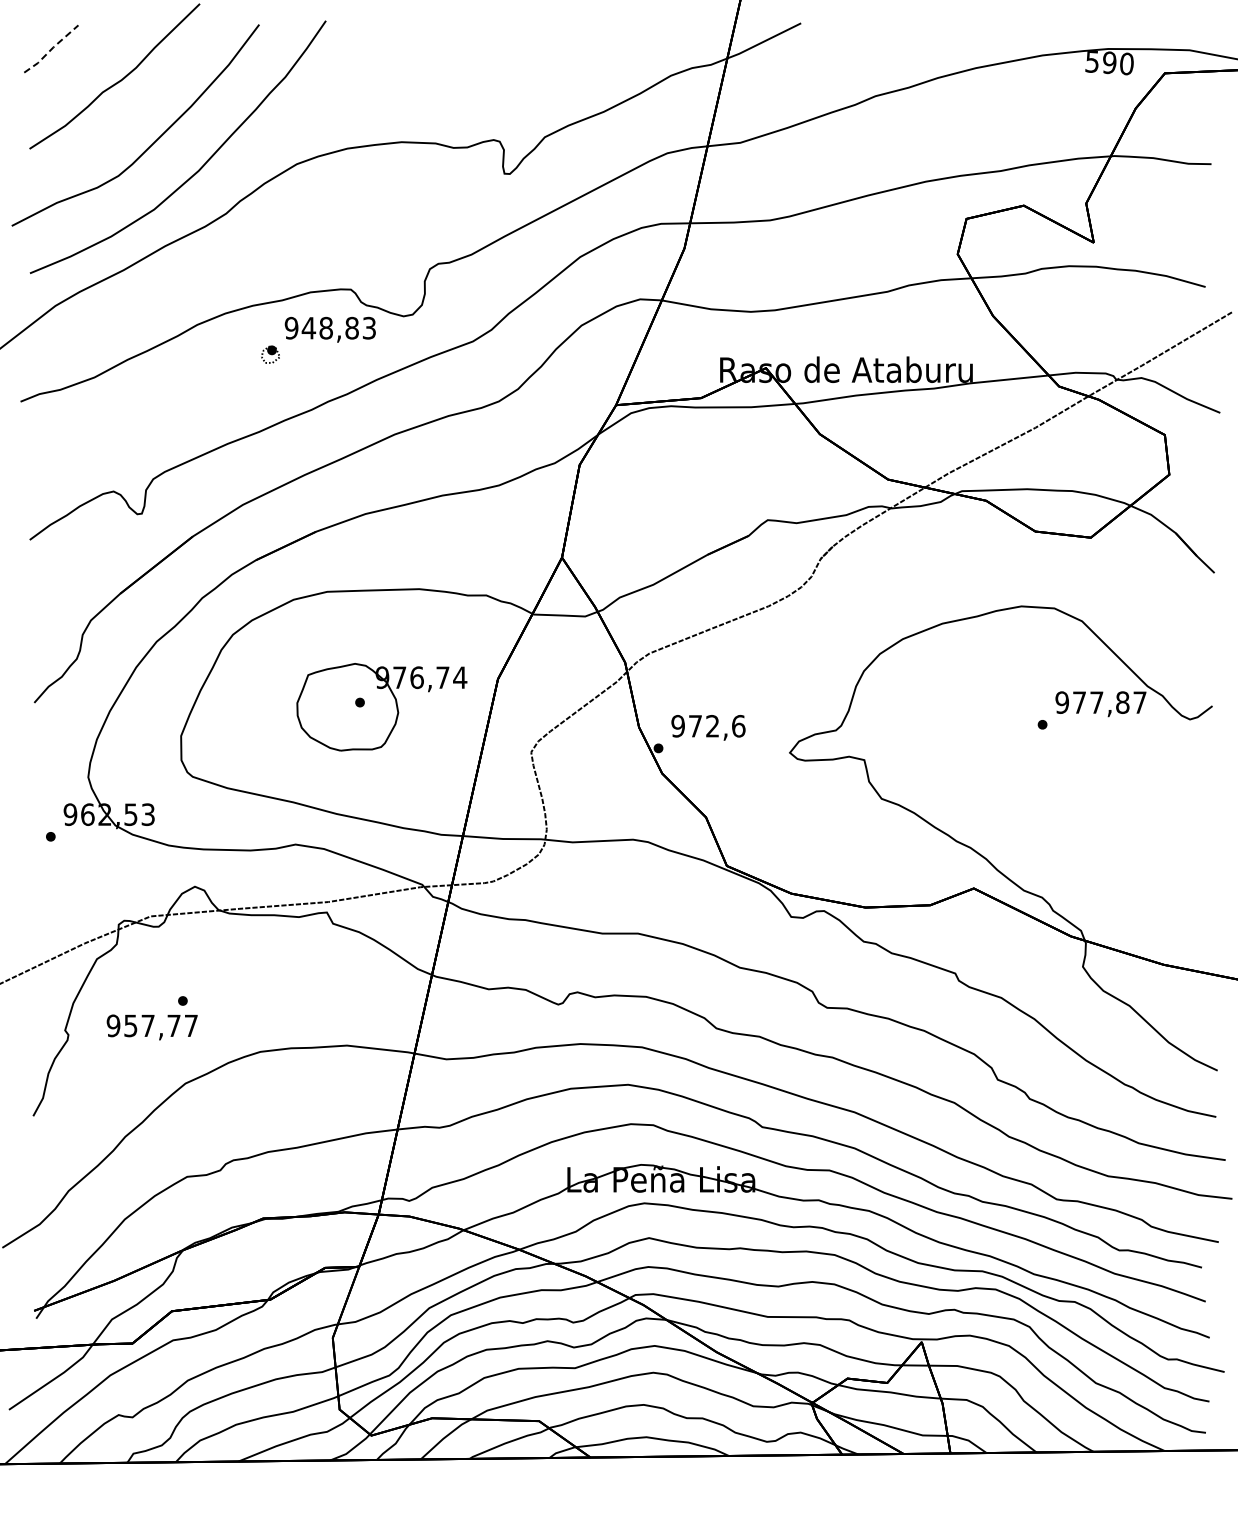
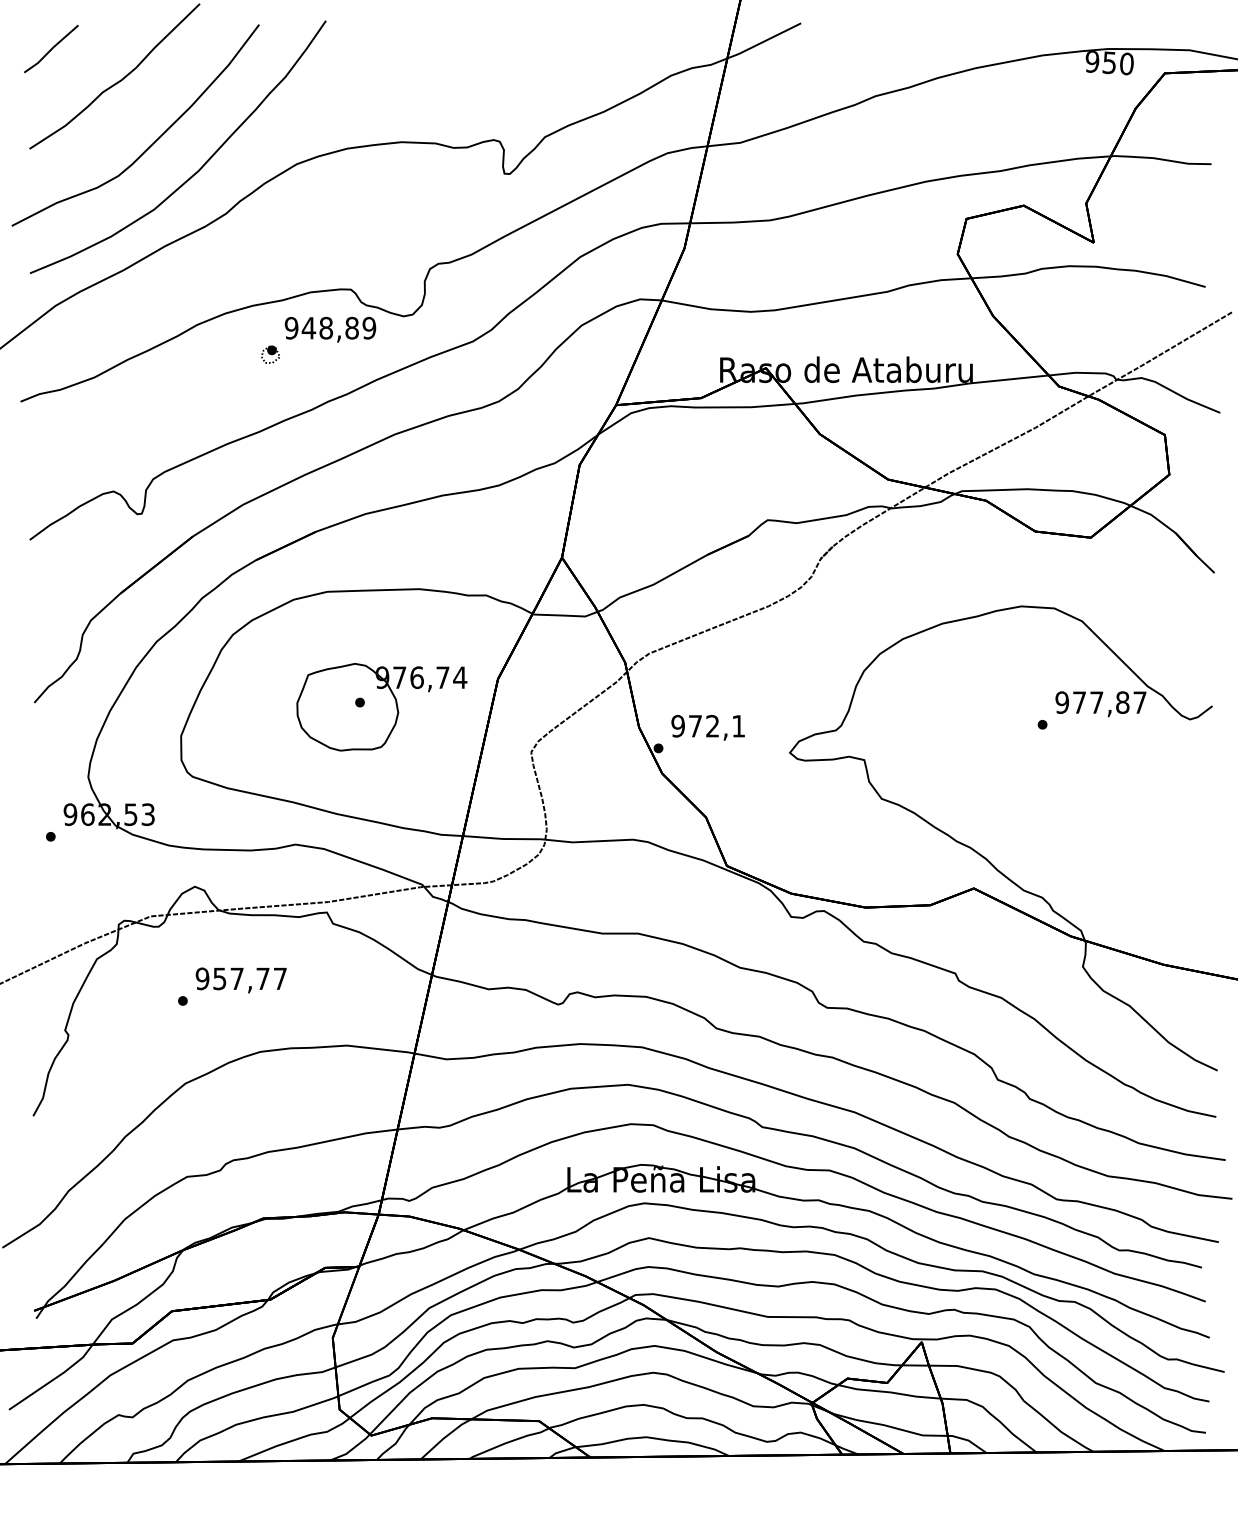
line at (51, 49): dashed -> solid
text at (1100, 62): 590 -> 950
text at (369, 328): 948,83 -> 948,89
text at (738, 725): 972,6 -> 972,1
text at (151, 1027) position: (151, 1027) -> (240, 980)
